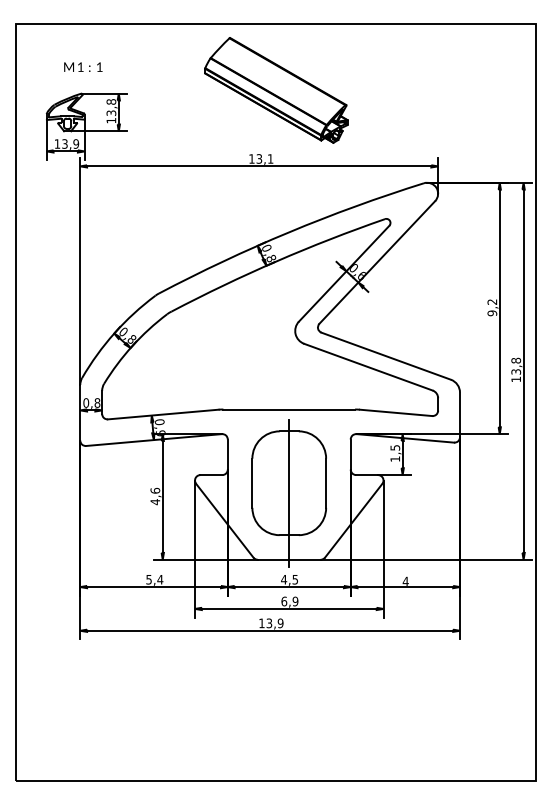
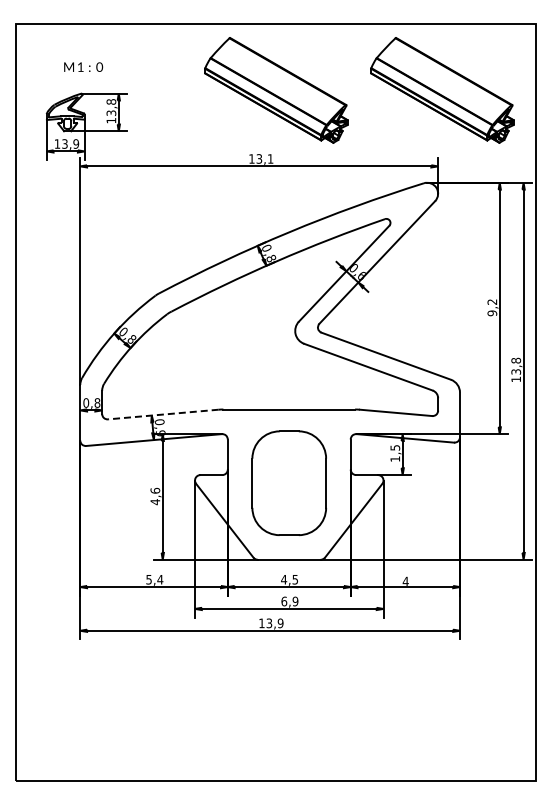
text at (99, 66): 1 -> 0
part at (442, 90): none -> present
line at (163, 414): solid -> dashed
line at (289, 493): present -> none
